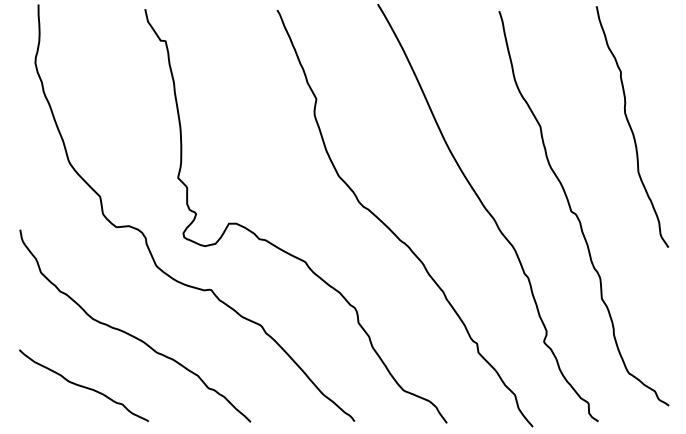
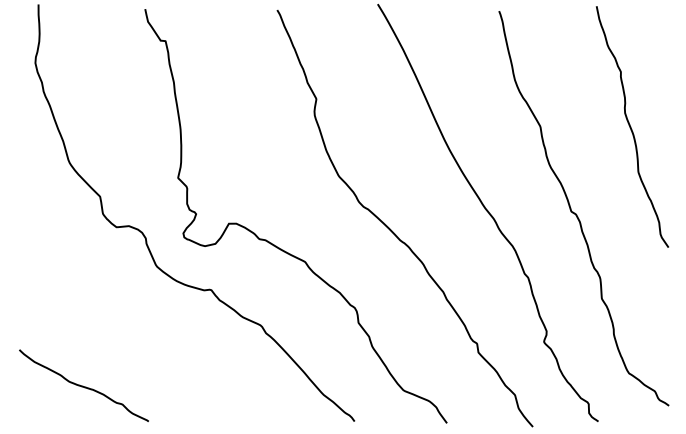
curve at (131, 334): present -> none
